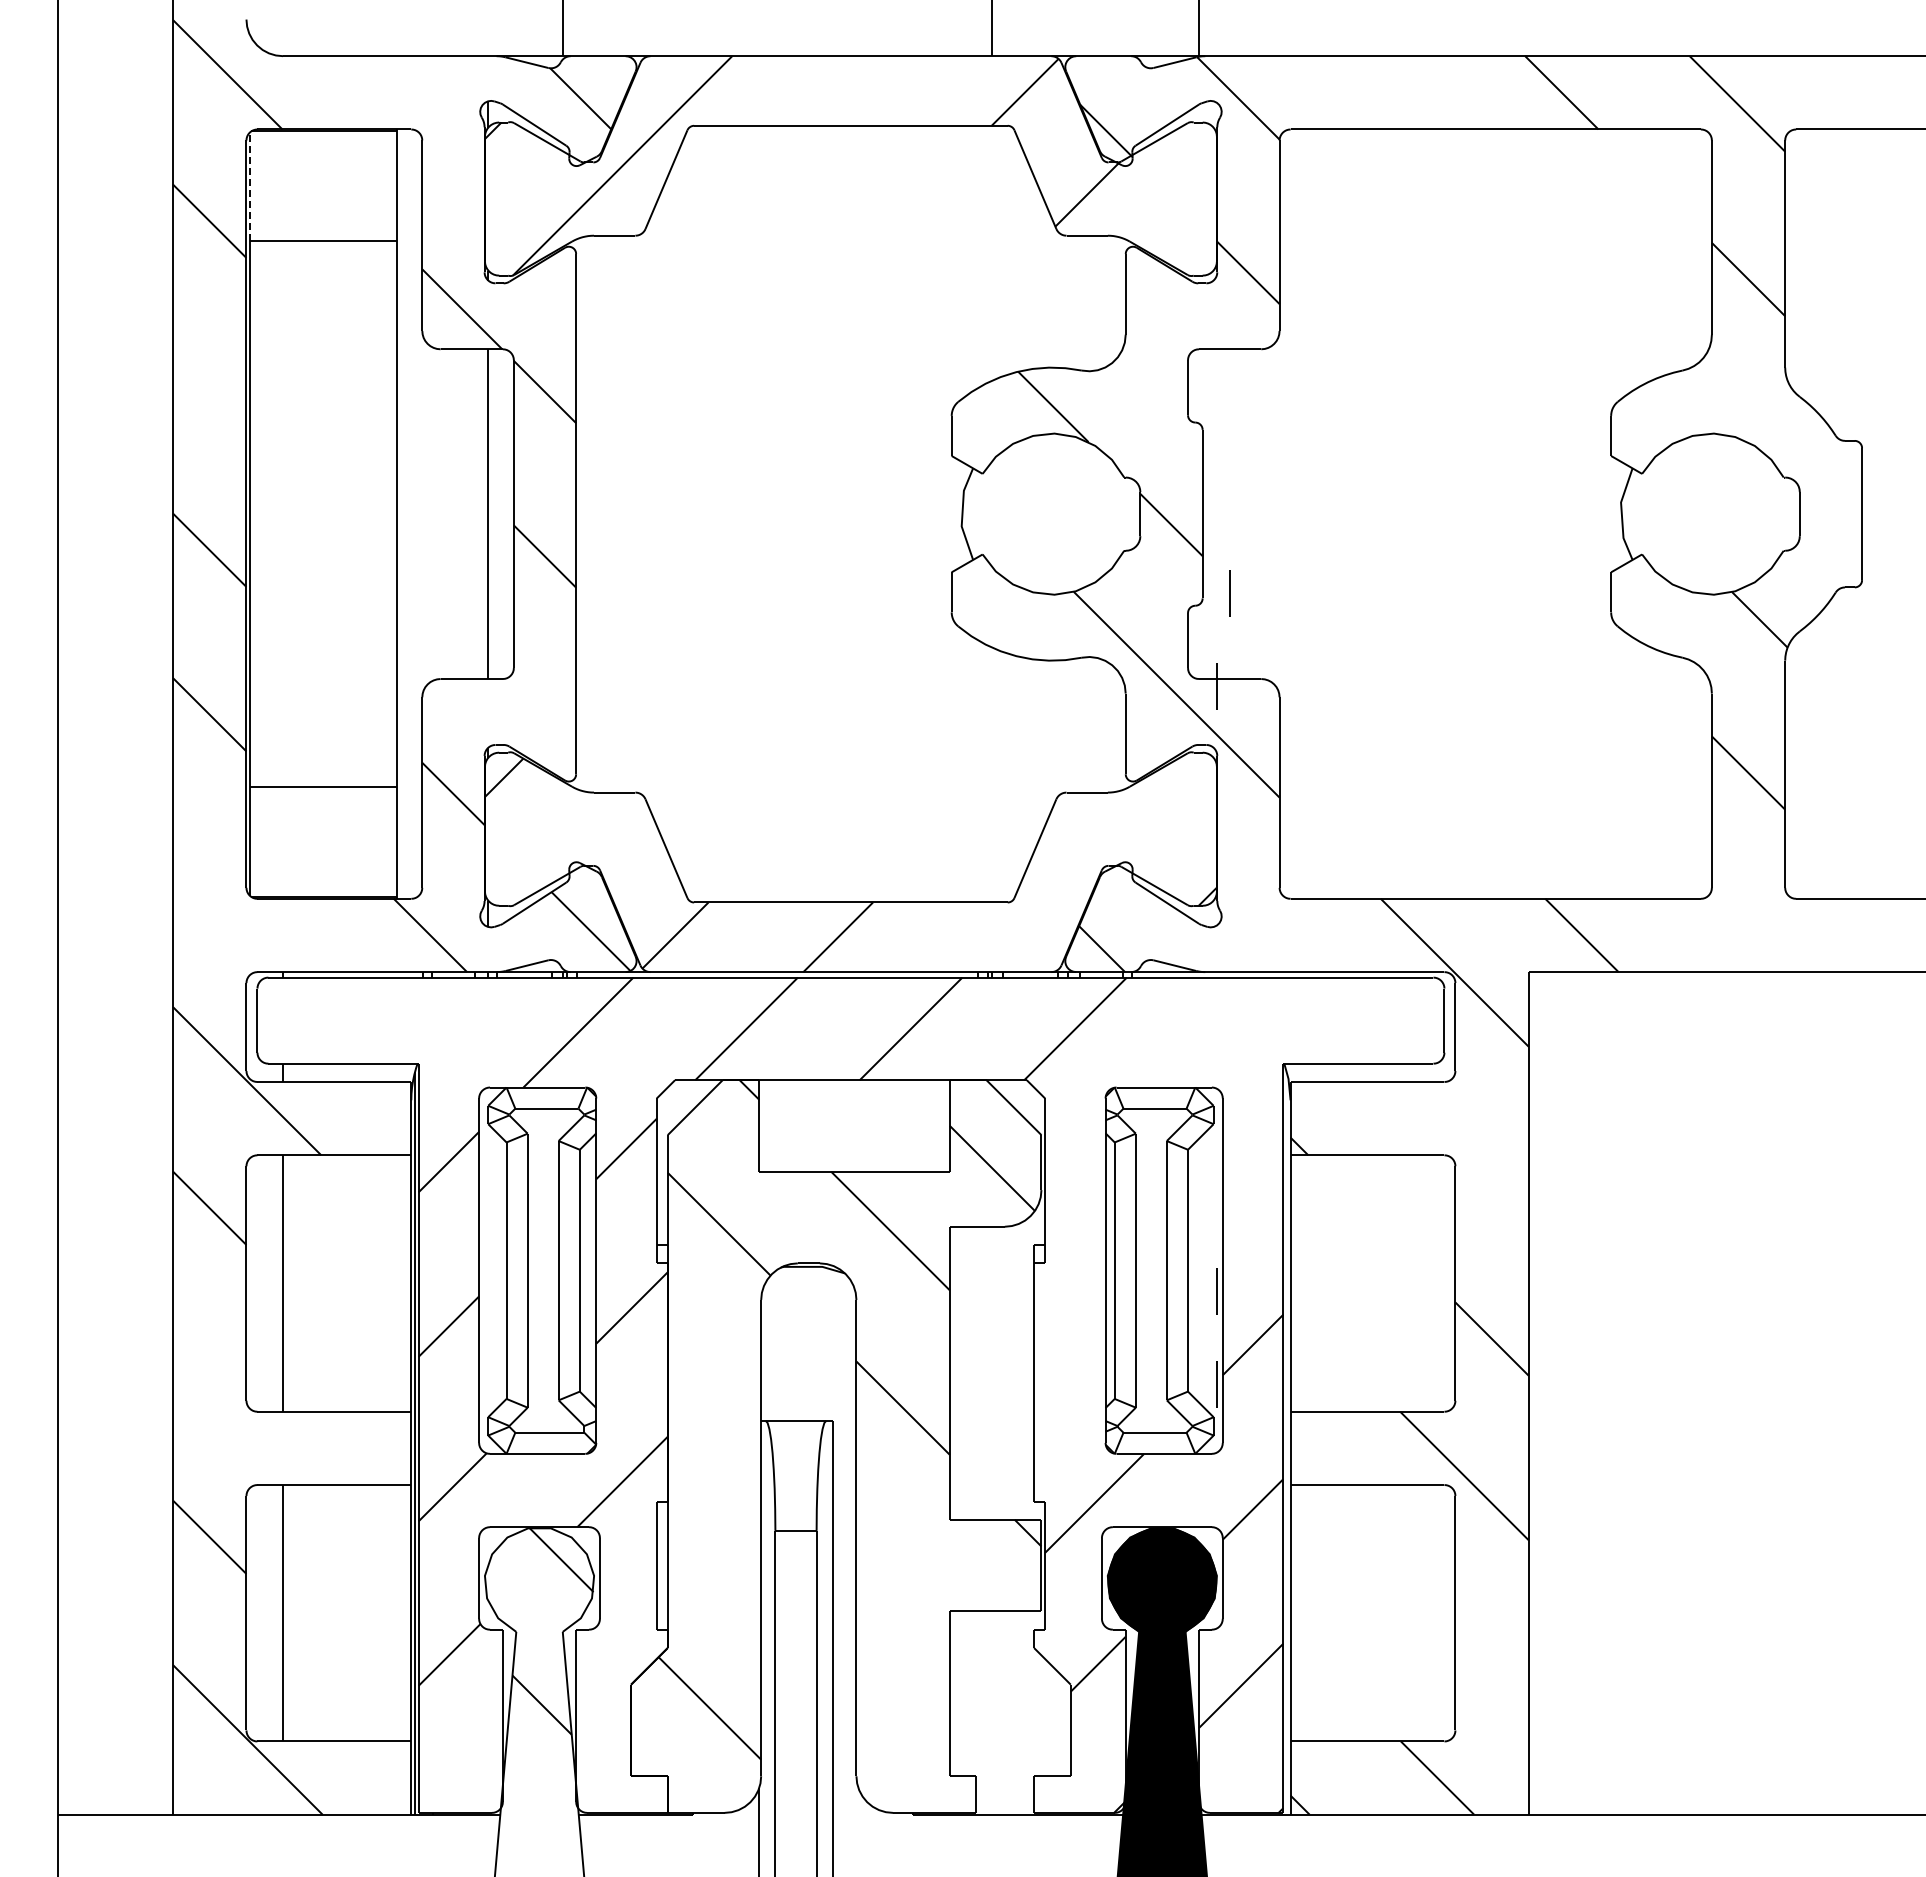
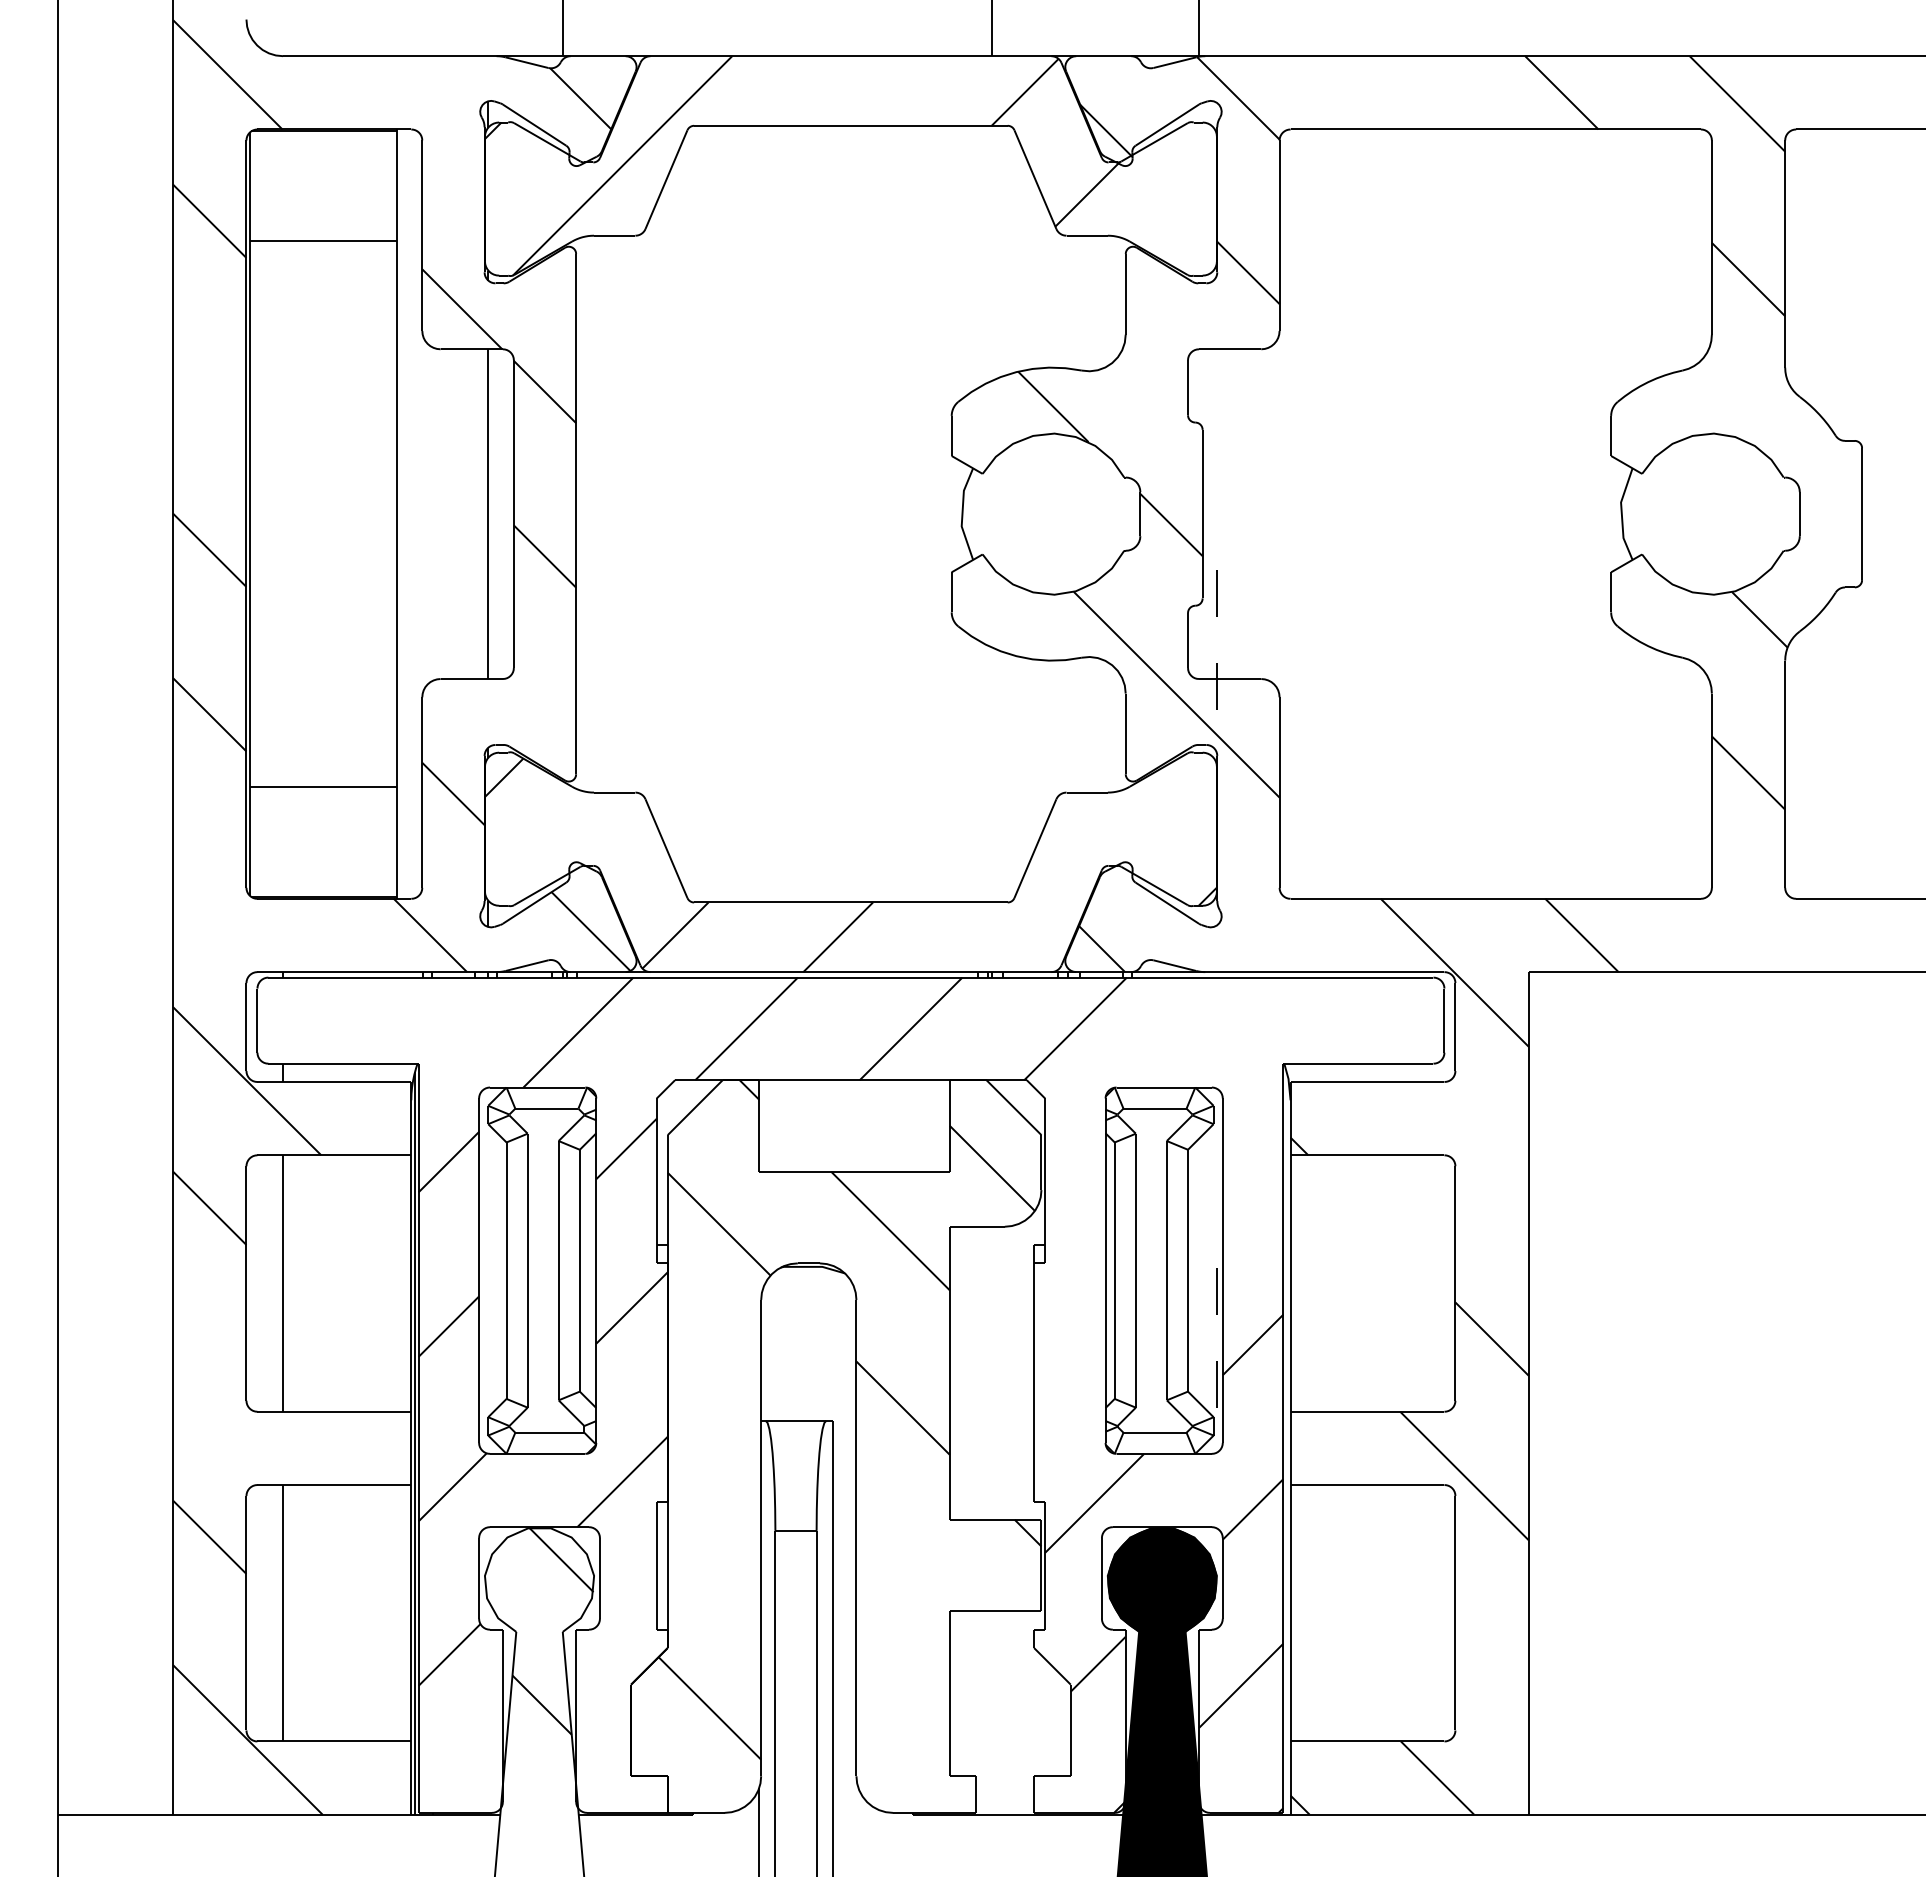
line at (250, 186): dashed -> solid
line at (1229, 593) position: (1229, 593) -> (1216, 593)
